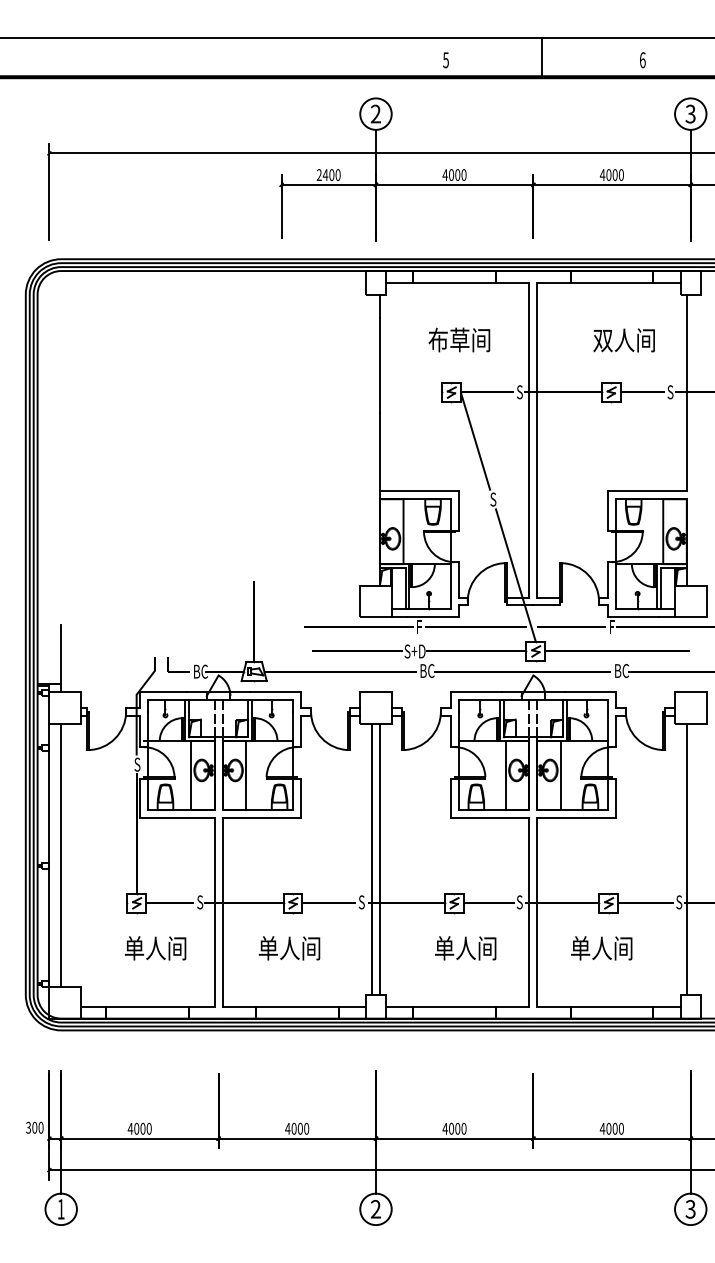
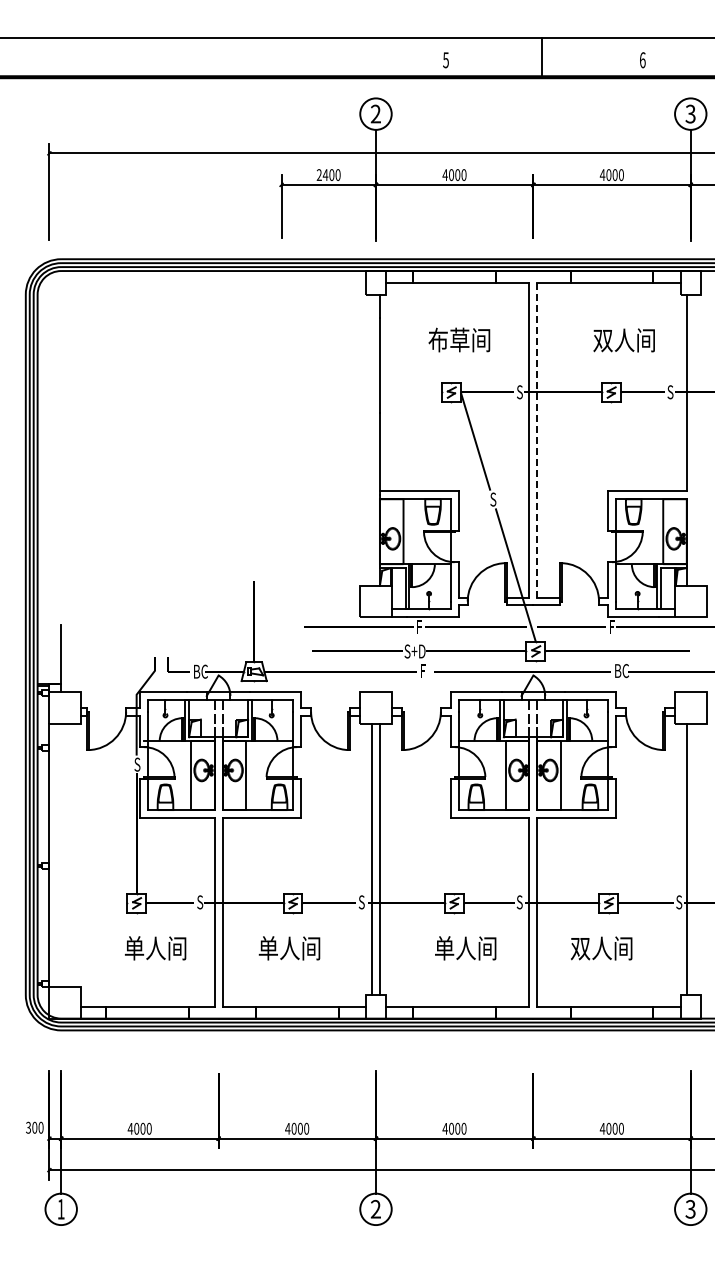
line at (537, 440): solid -> dashed
text at (427, 671): BC -> F
line at (61, 855): present -> none
text at (580, 948): 单人间 -> 双人间
